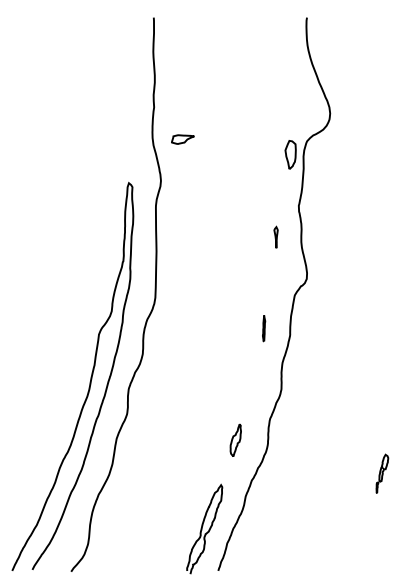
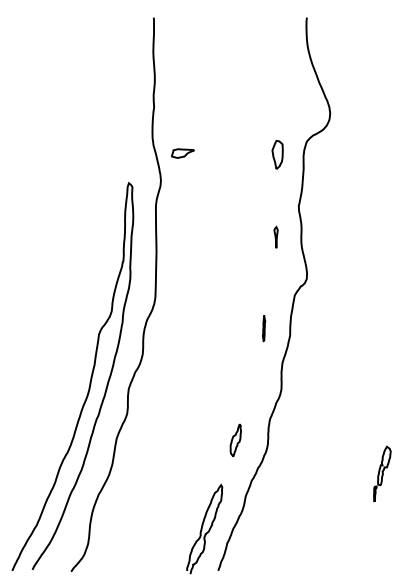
part at (182, 139) position: (182, 139) -> (182, 153)
part at (290, 154) position: (290, 154) -> (277, 154)
part at (382, 473) size: 15x41 px -> 19x57 px
